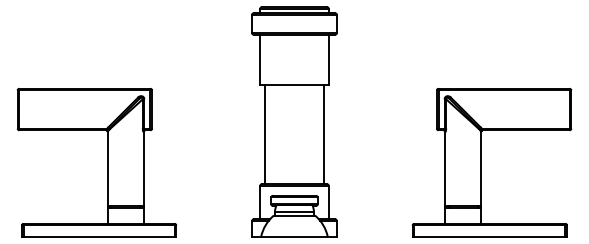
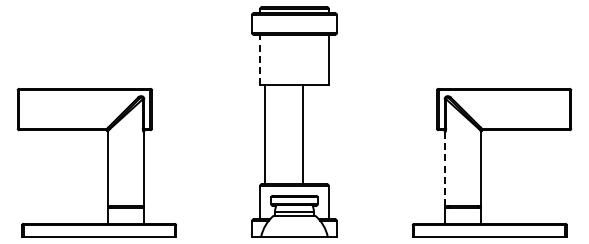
line at (260, 59): solid -> dashed
line at (324, 134) position: (324, 134) -> (303, 134)
line at (445, 168): solid -> dashed
